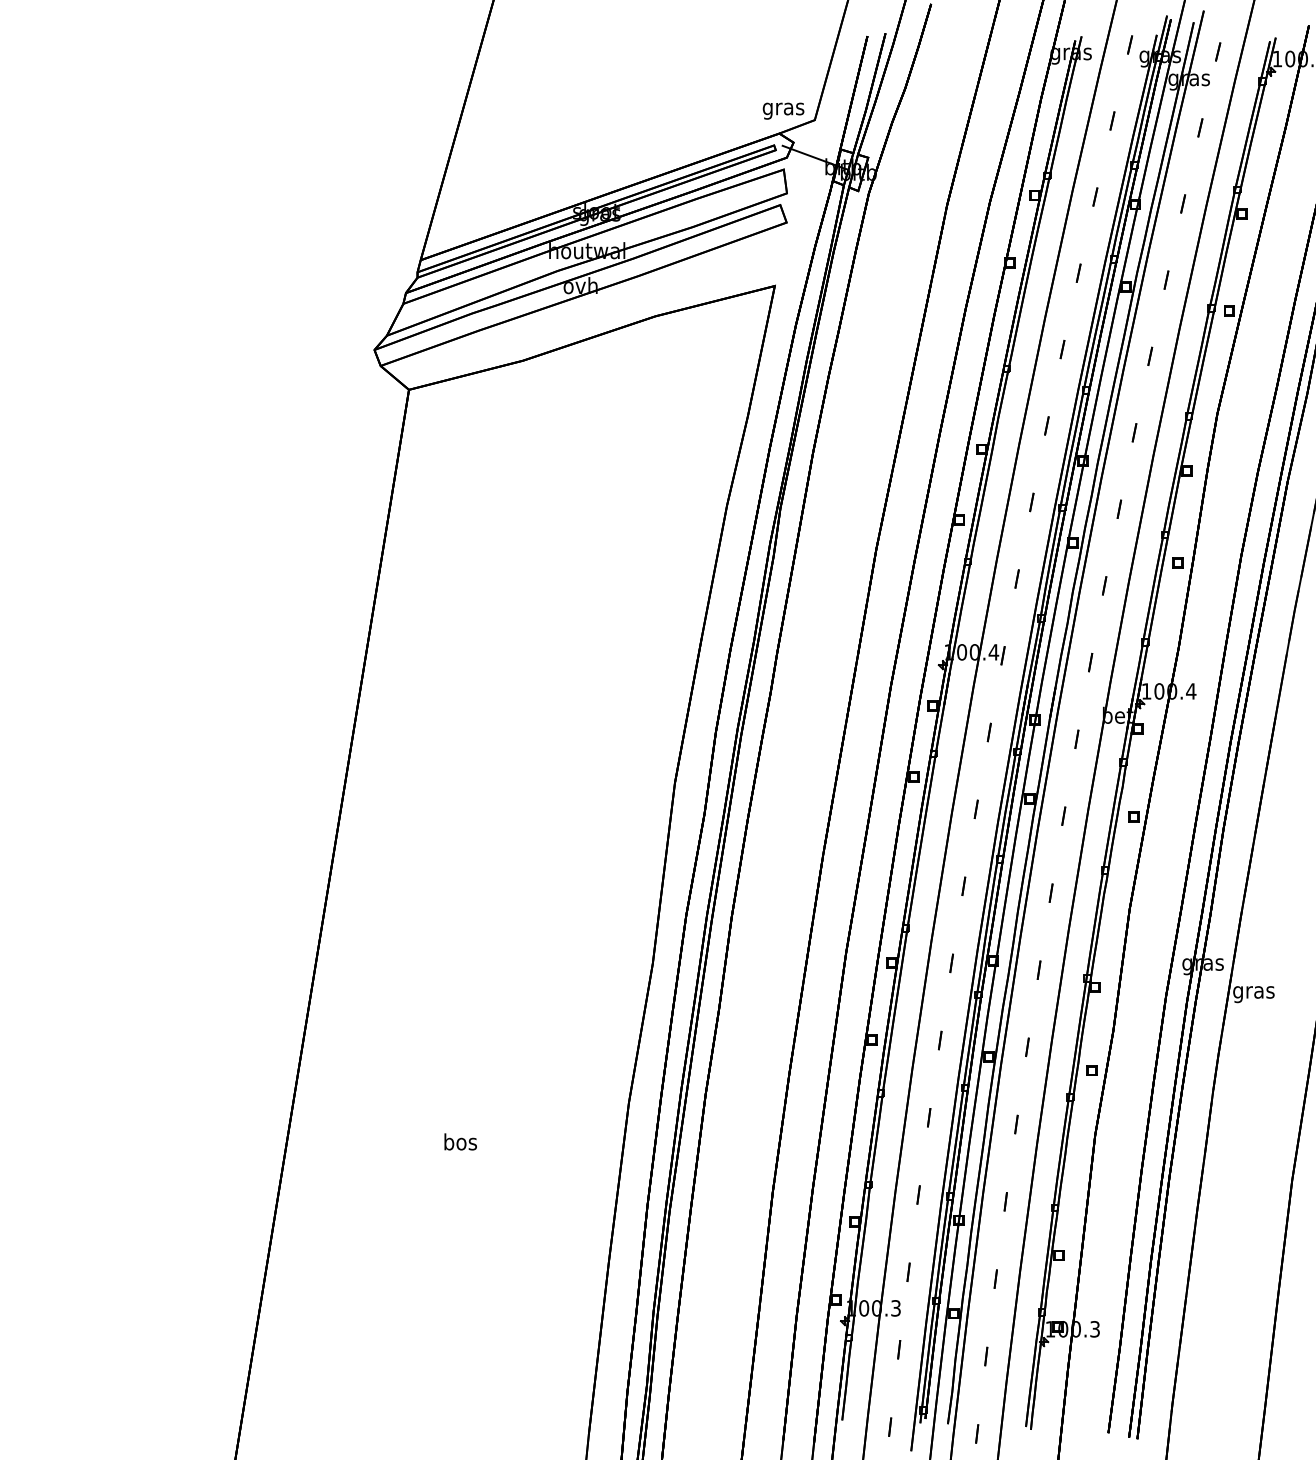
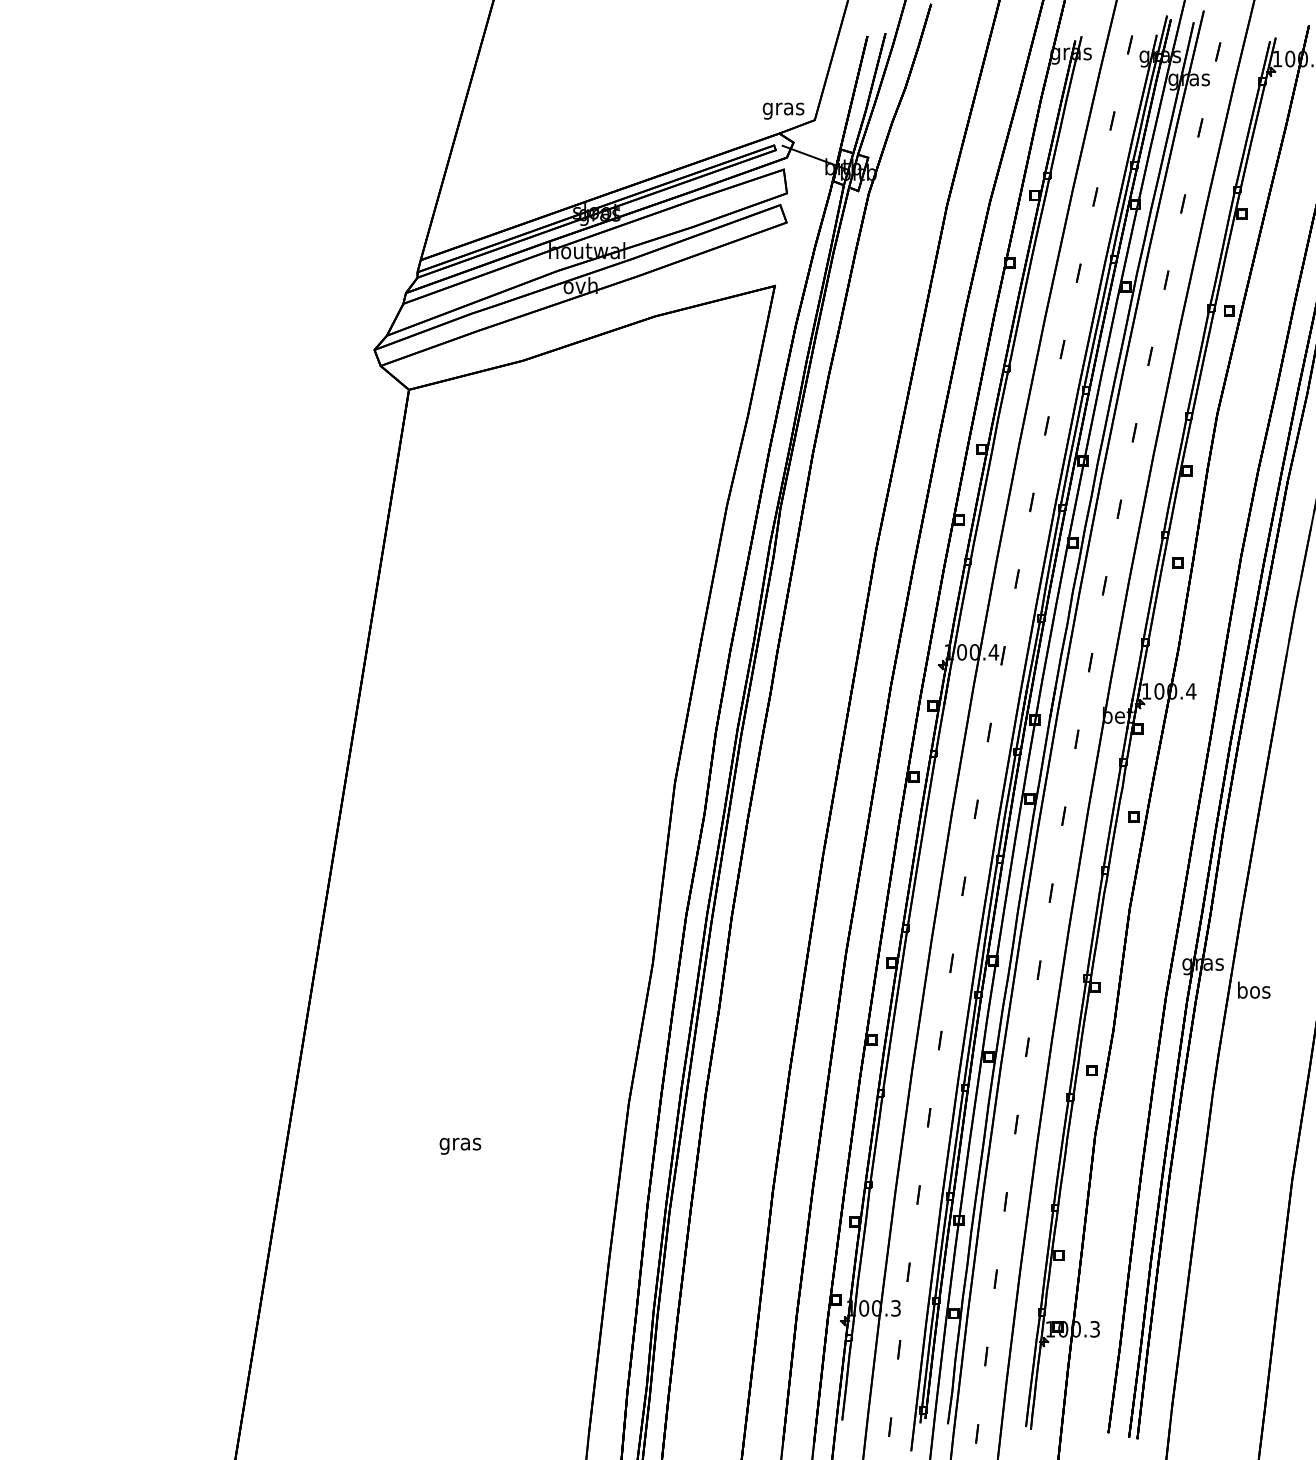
text at (1253, 992): gras -> bos
text at (460, 1143): bos -> gras
